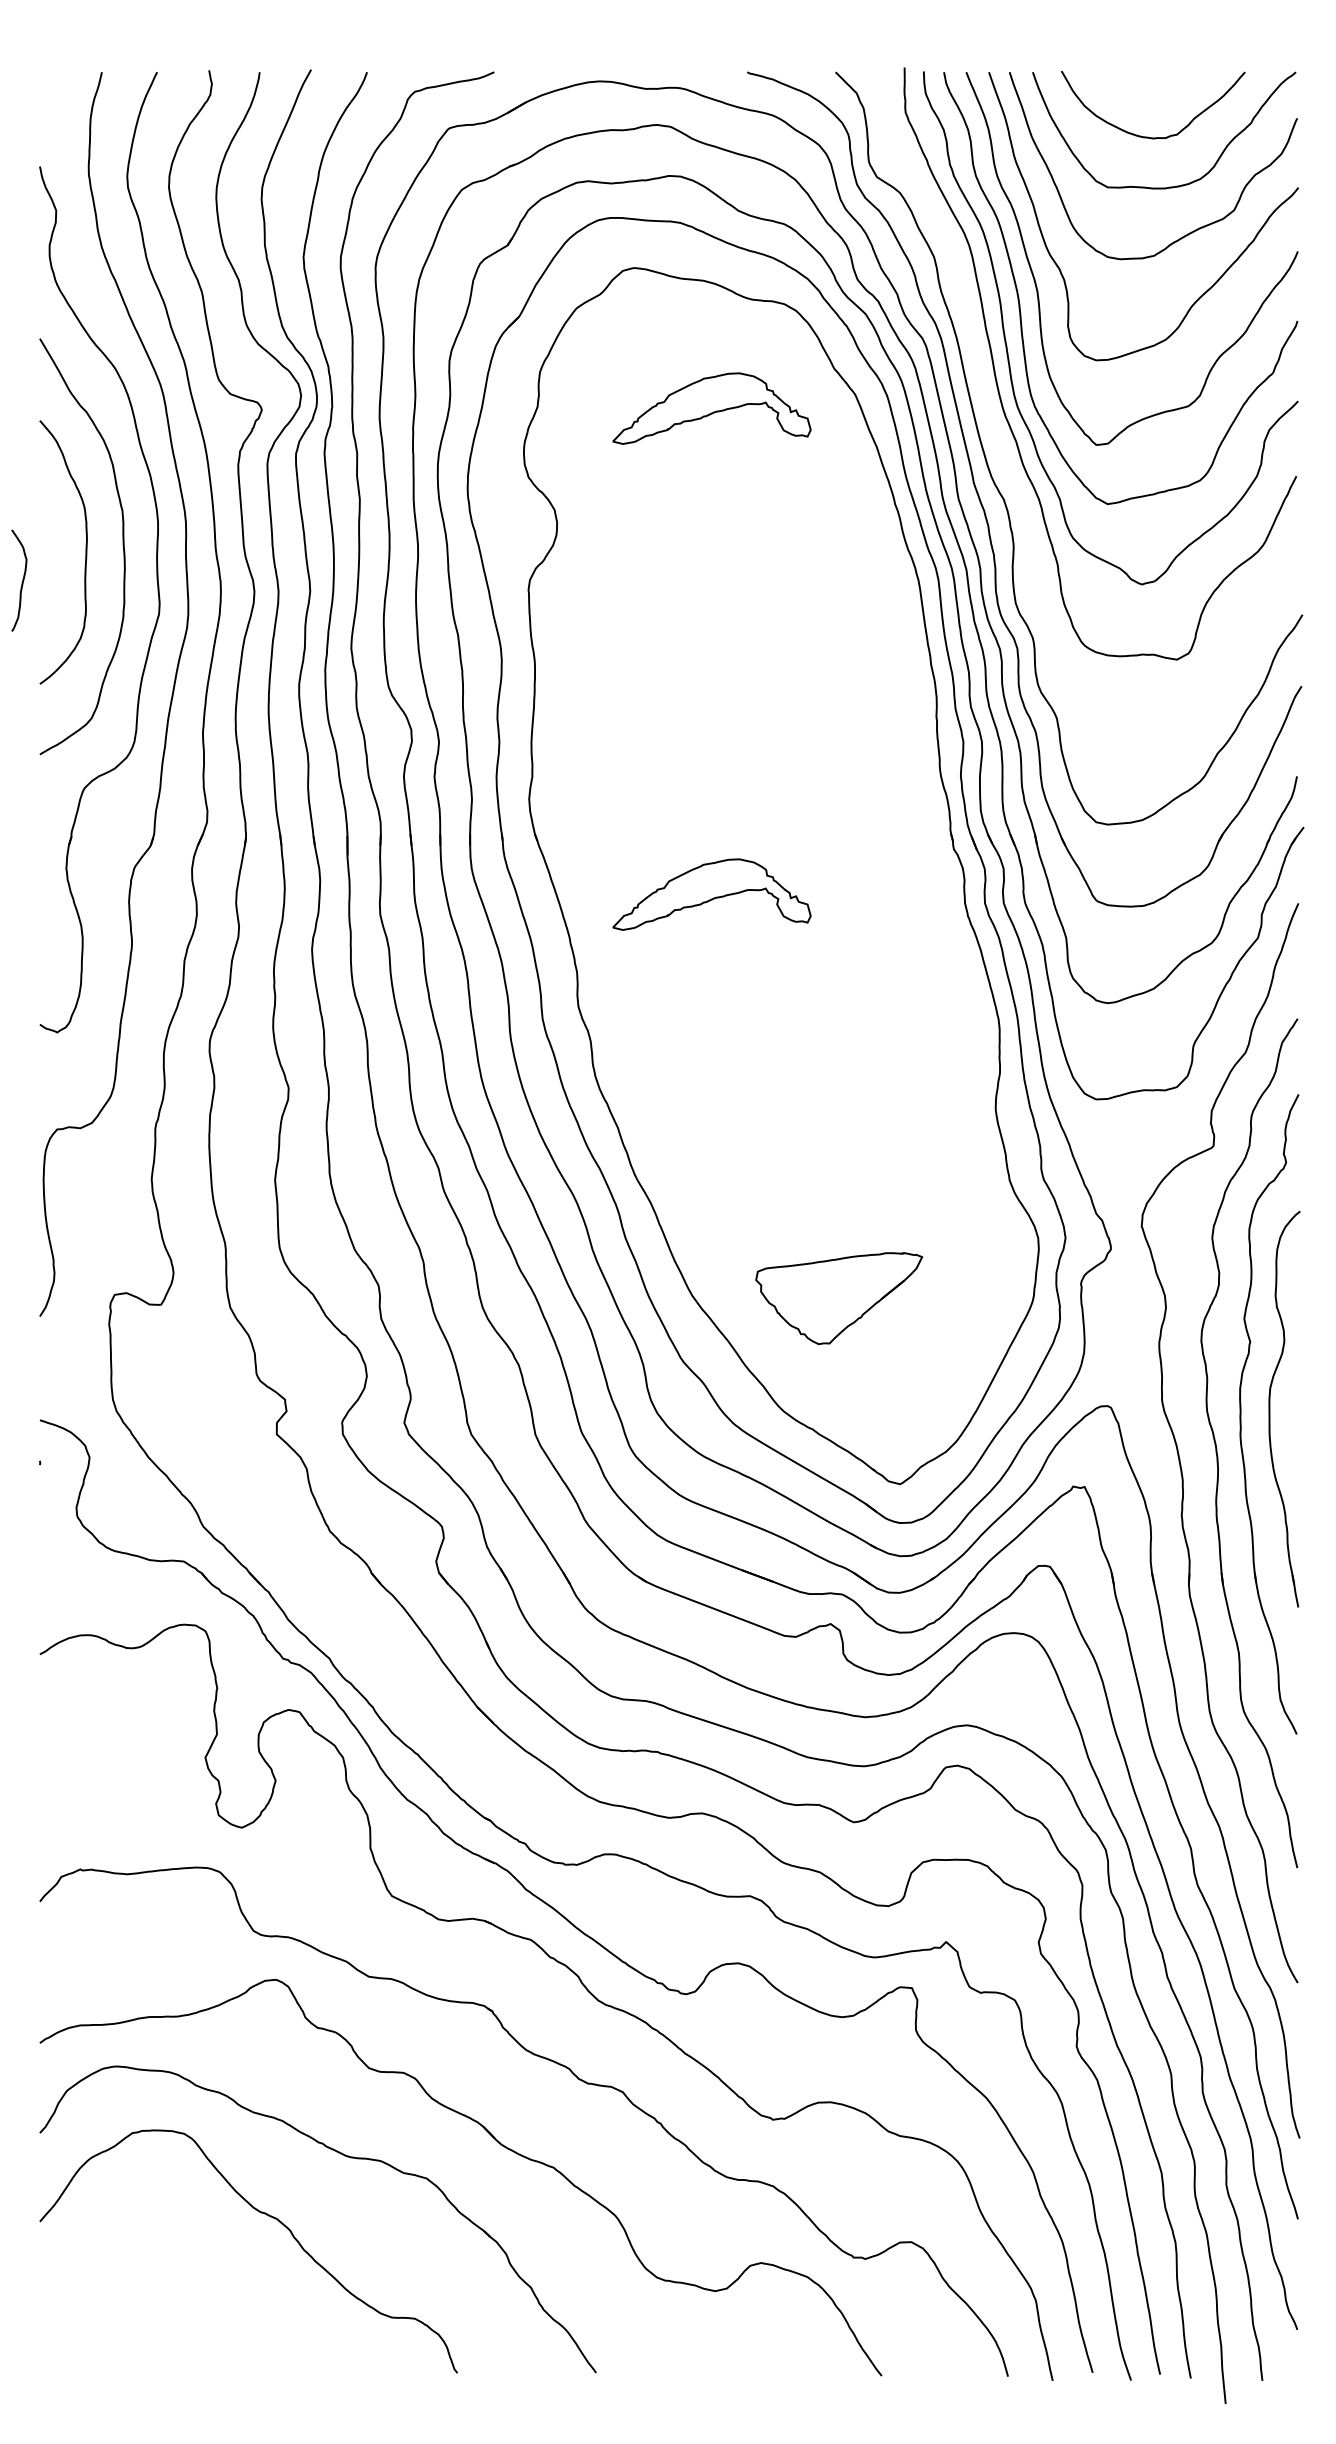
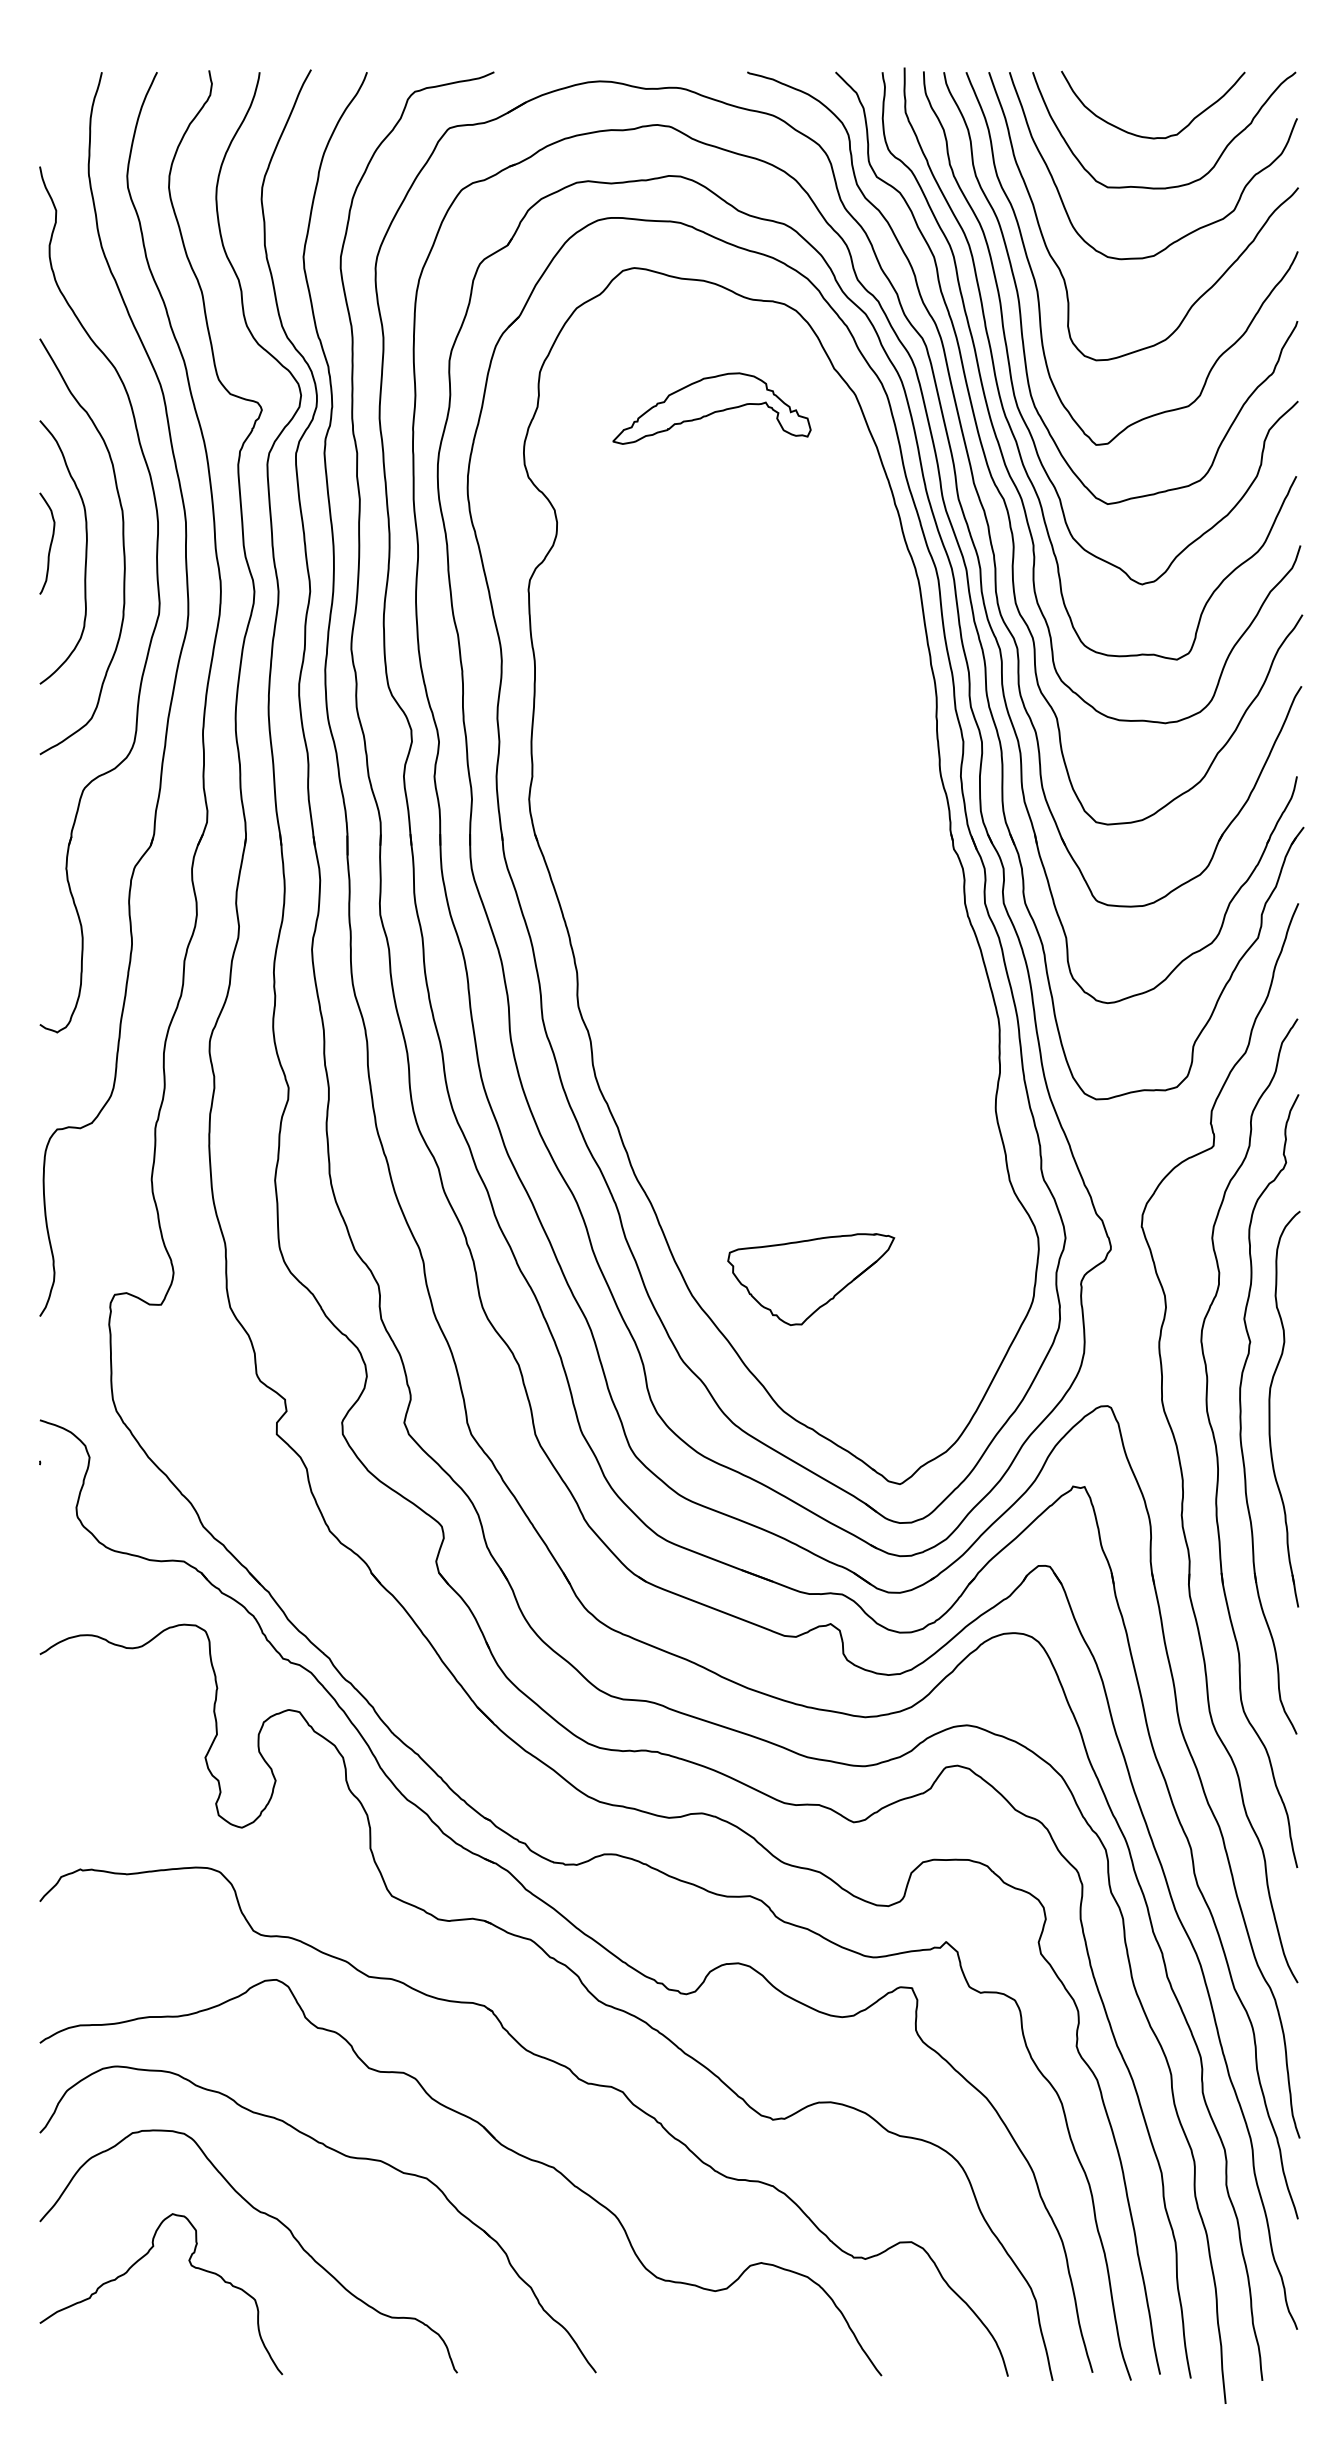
curve at (993, 424): none -> present
curve at (21, 582) position: (21, 582) -> (49, 545)
part at (711, 894): present -> none
part at (839, 1298) position: (839, 1298) -> (811, 1279)
curve at (134, 2265): none -> present
